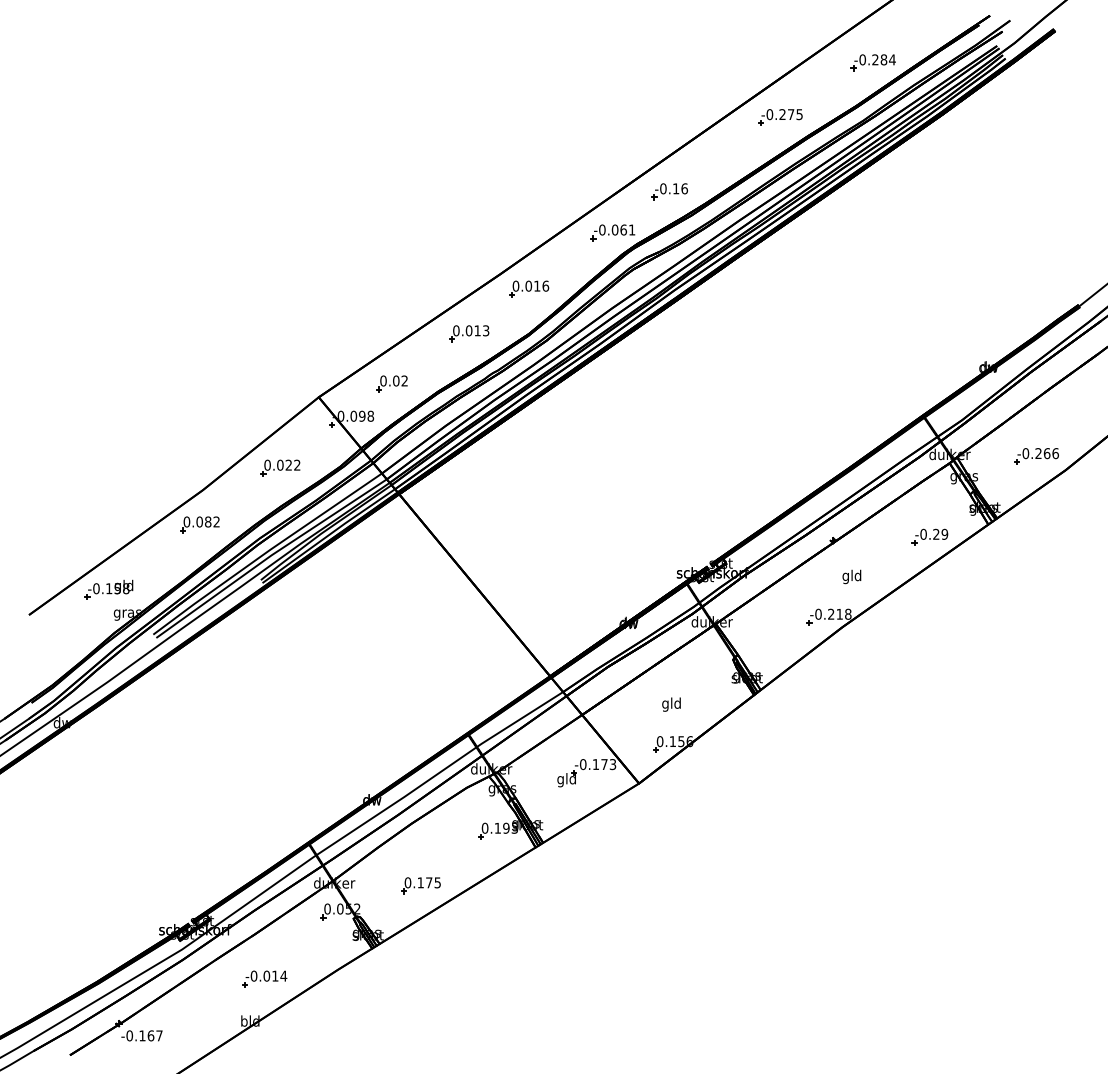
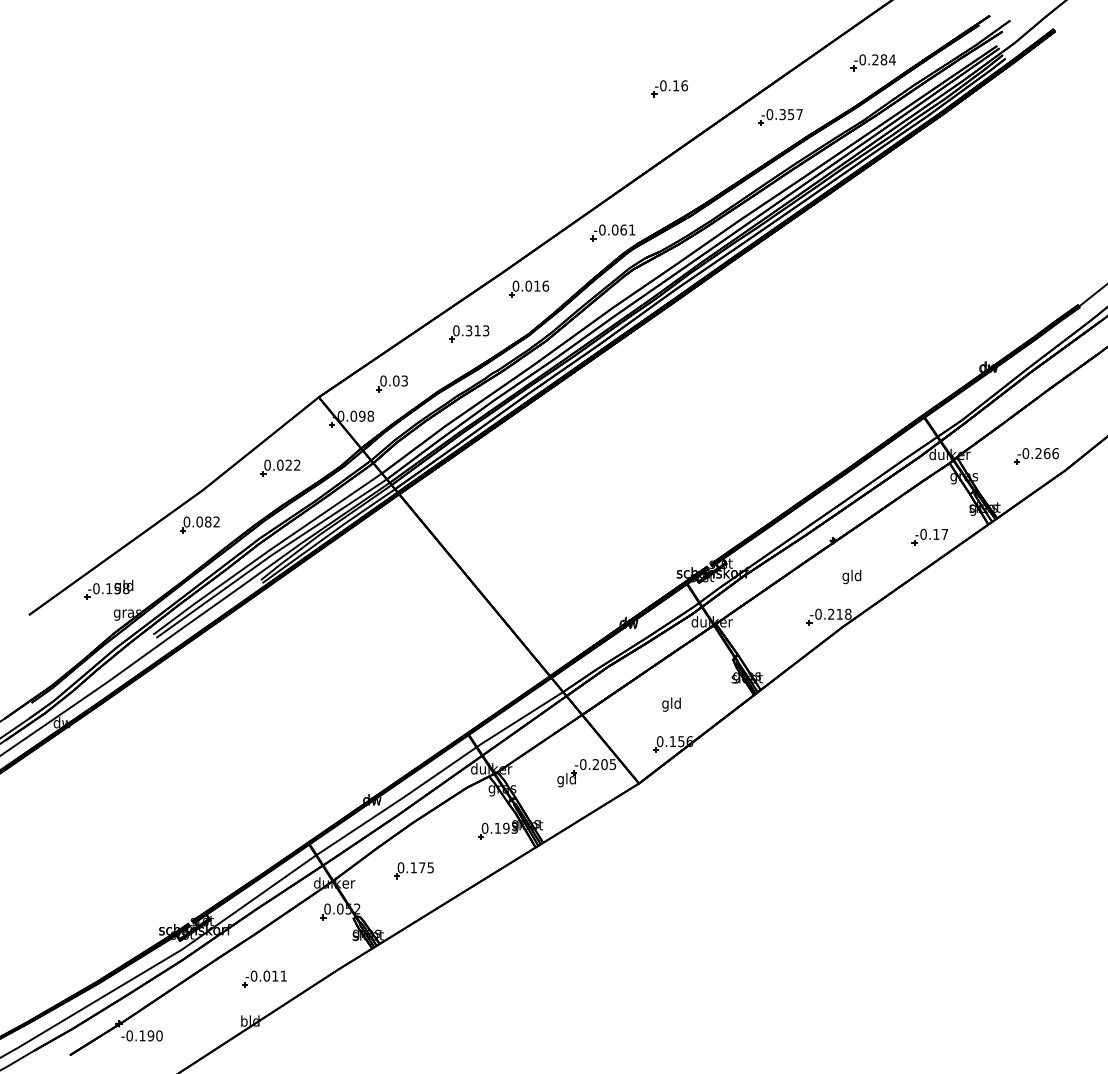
text at (790, 114): -0.275 -> -0.357
part at (669, 191) position: (669, 191) -> (669, 88)
text at (468, 330): 0.013 -> 0.313
text at (404, 381): 0.02 -> 0.03
text at (940, 533): -0.29 -> -0.17
text at (604, 764): -0.173 -> -0.205
part at (420, 885) position: (420, 885) -> (413, 870)
text at (283, 975): -0.014 -> -0.011
text at (154, 1035): -0.167 -> -0.190
